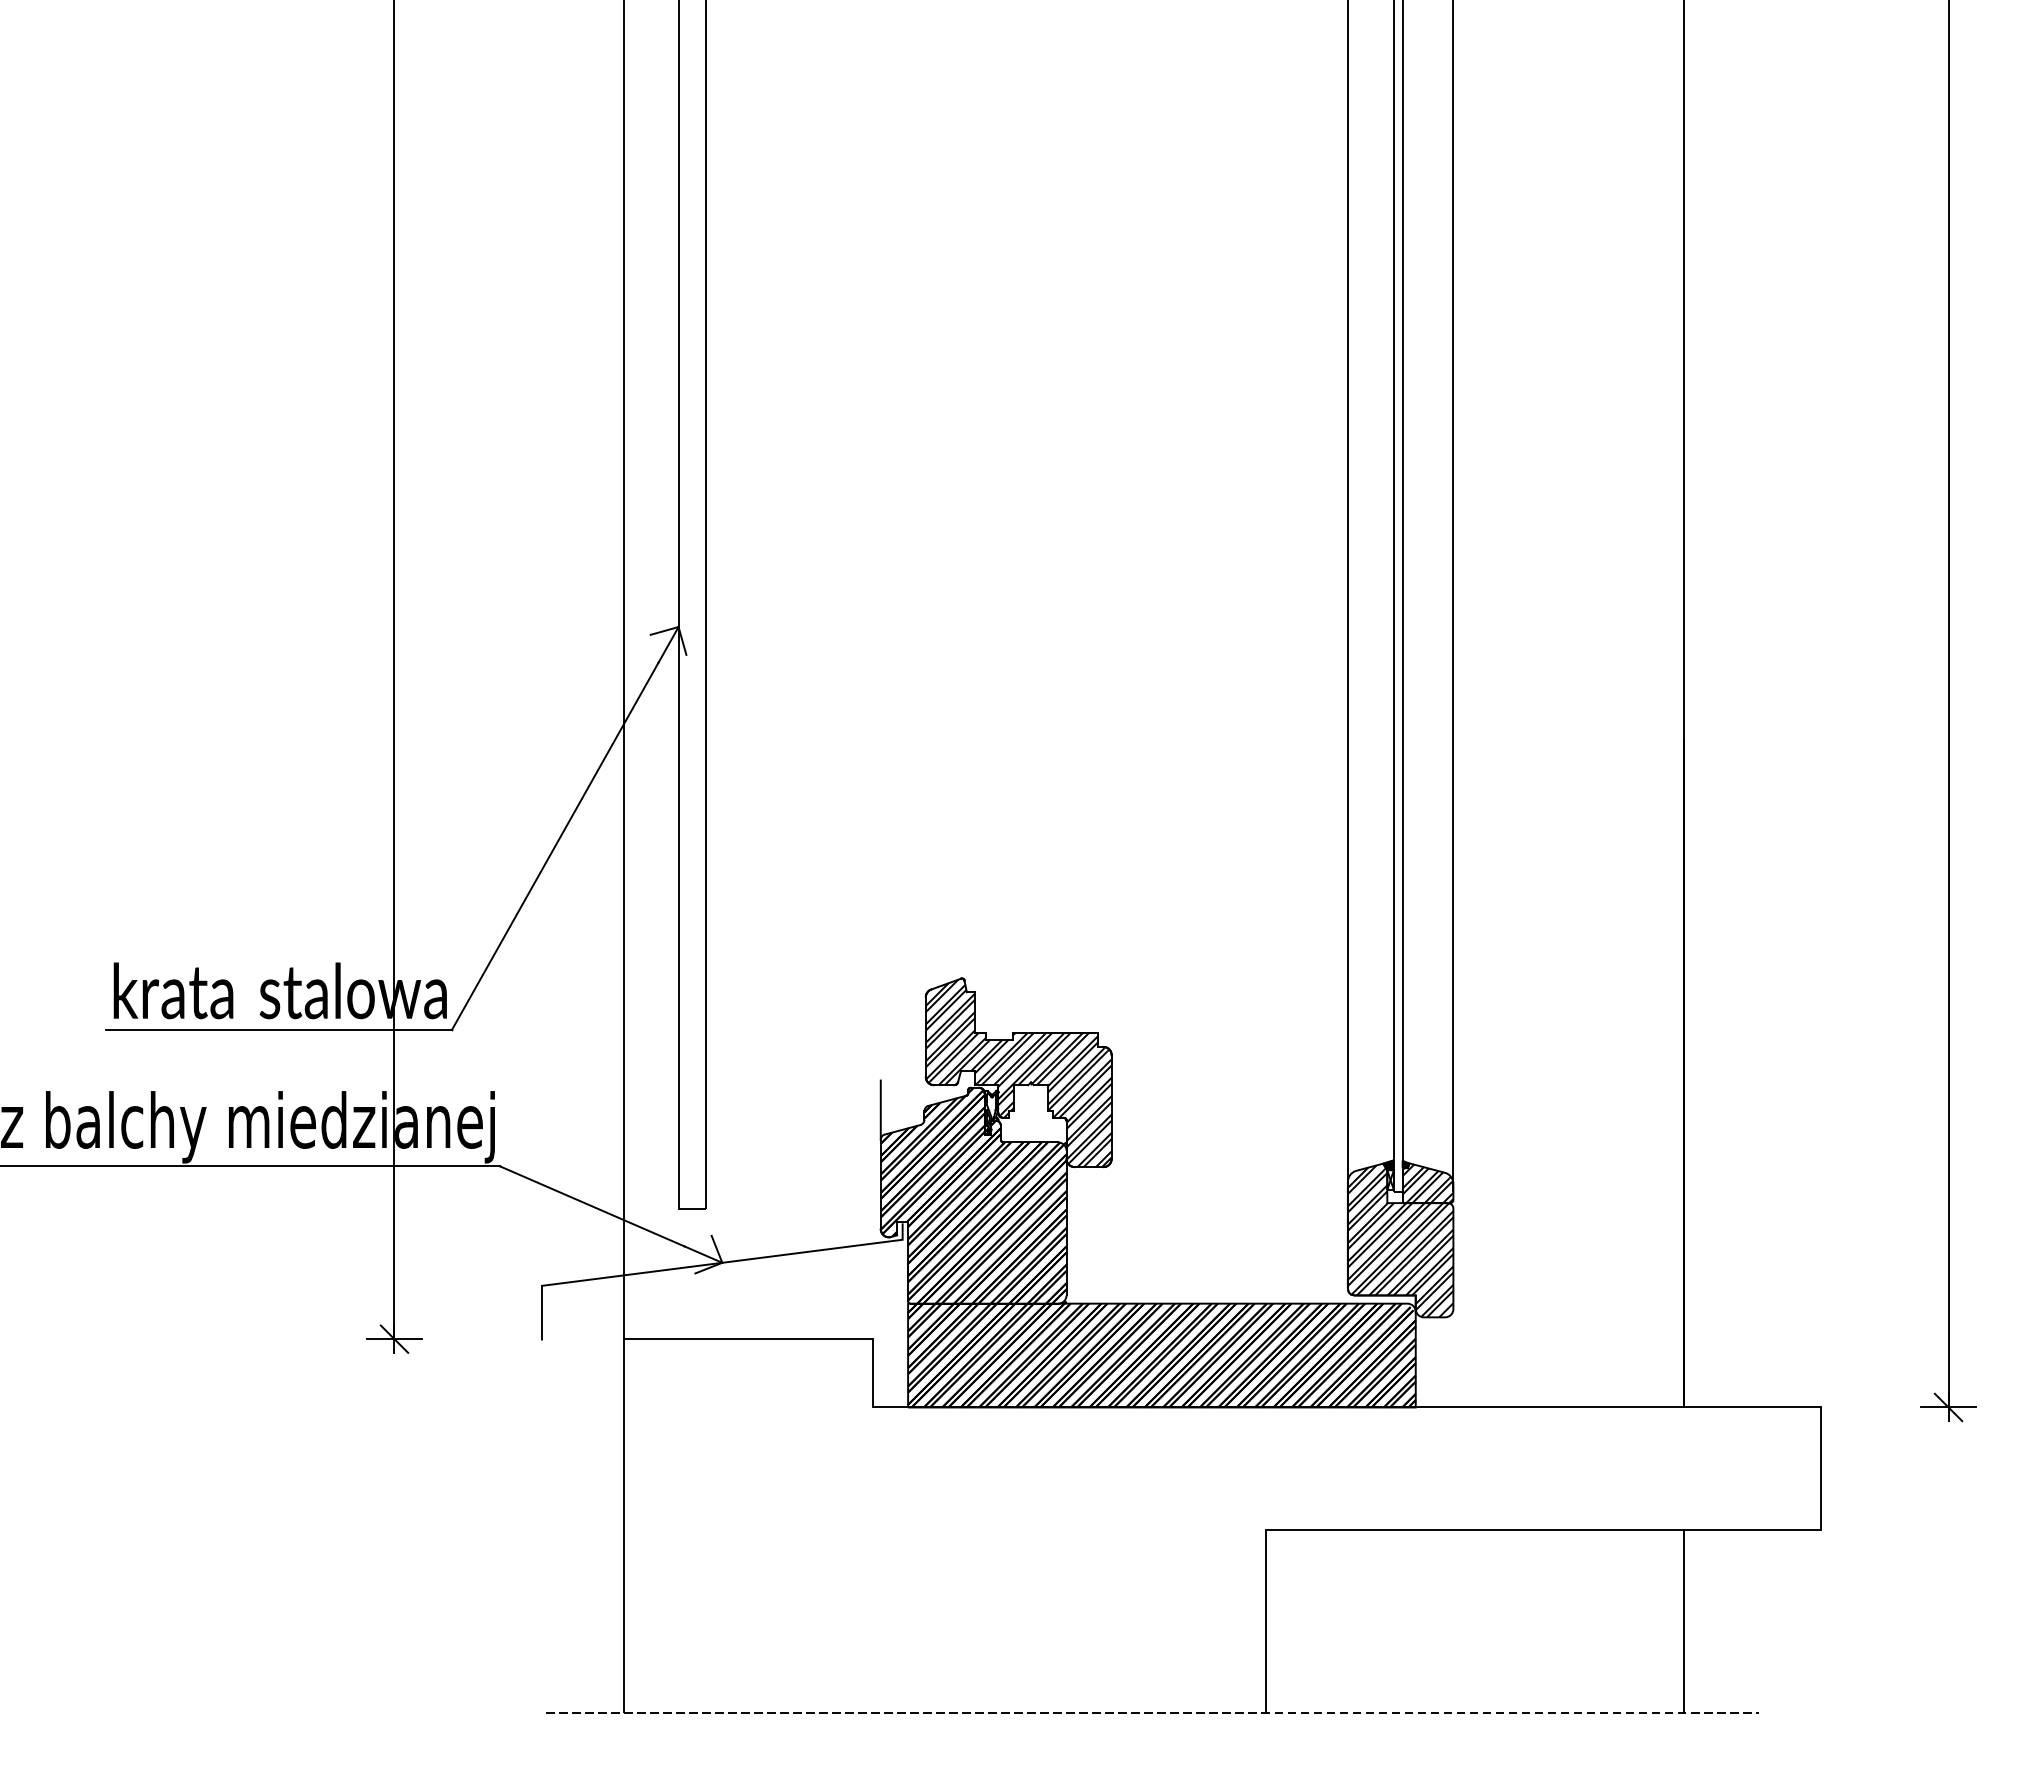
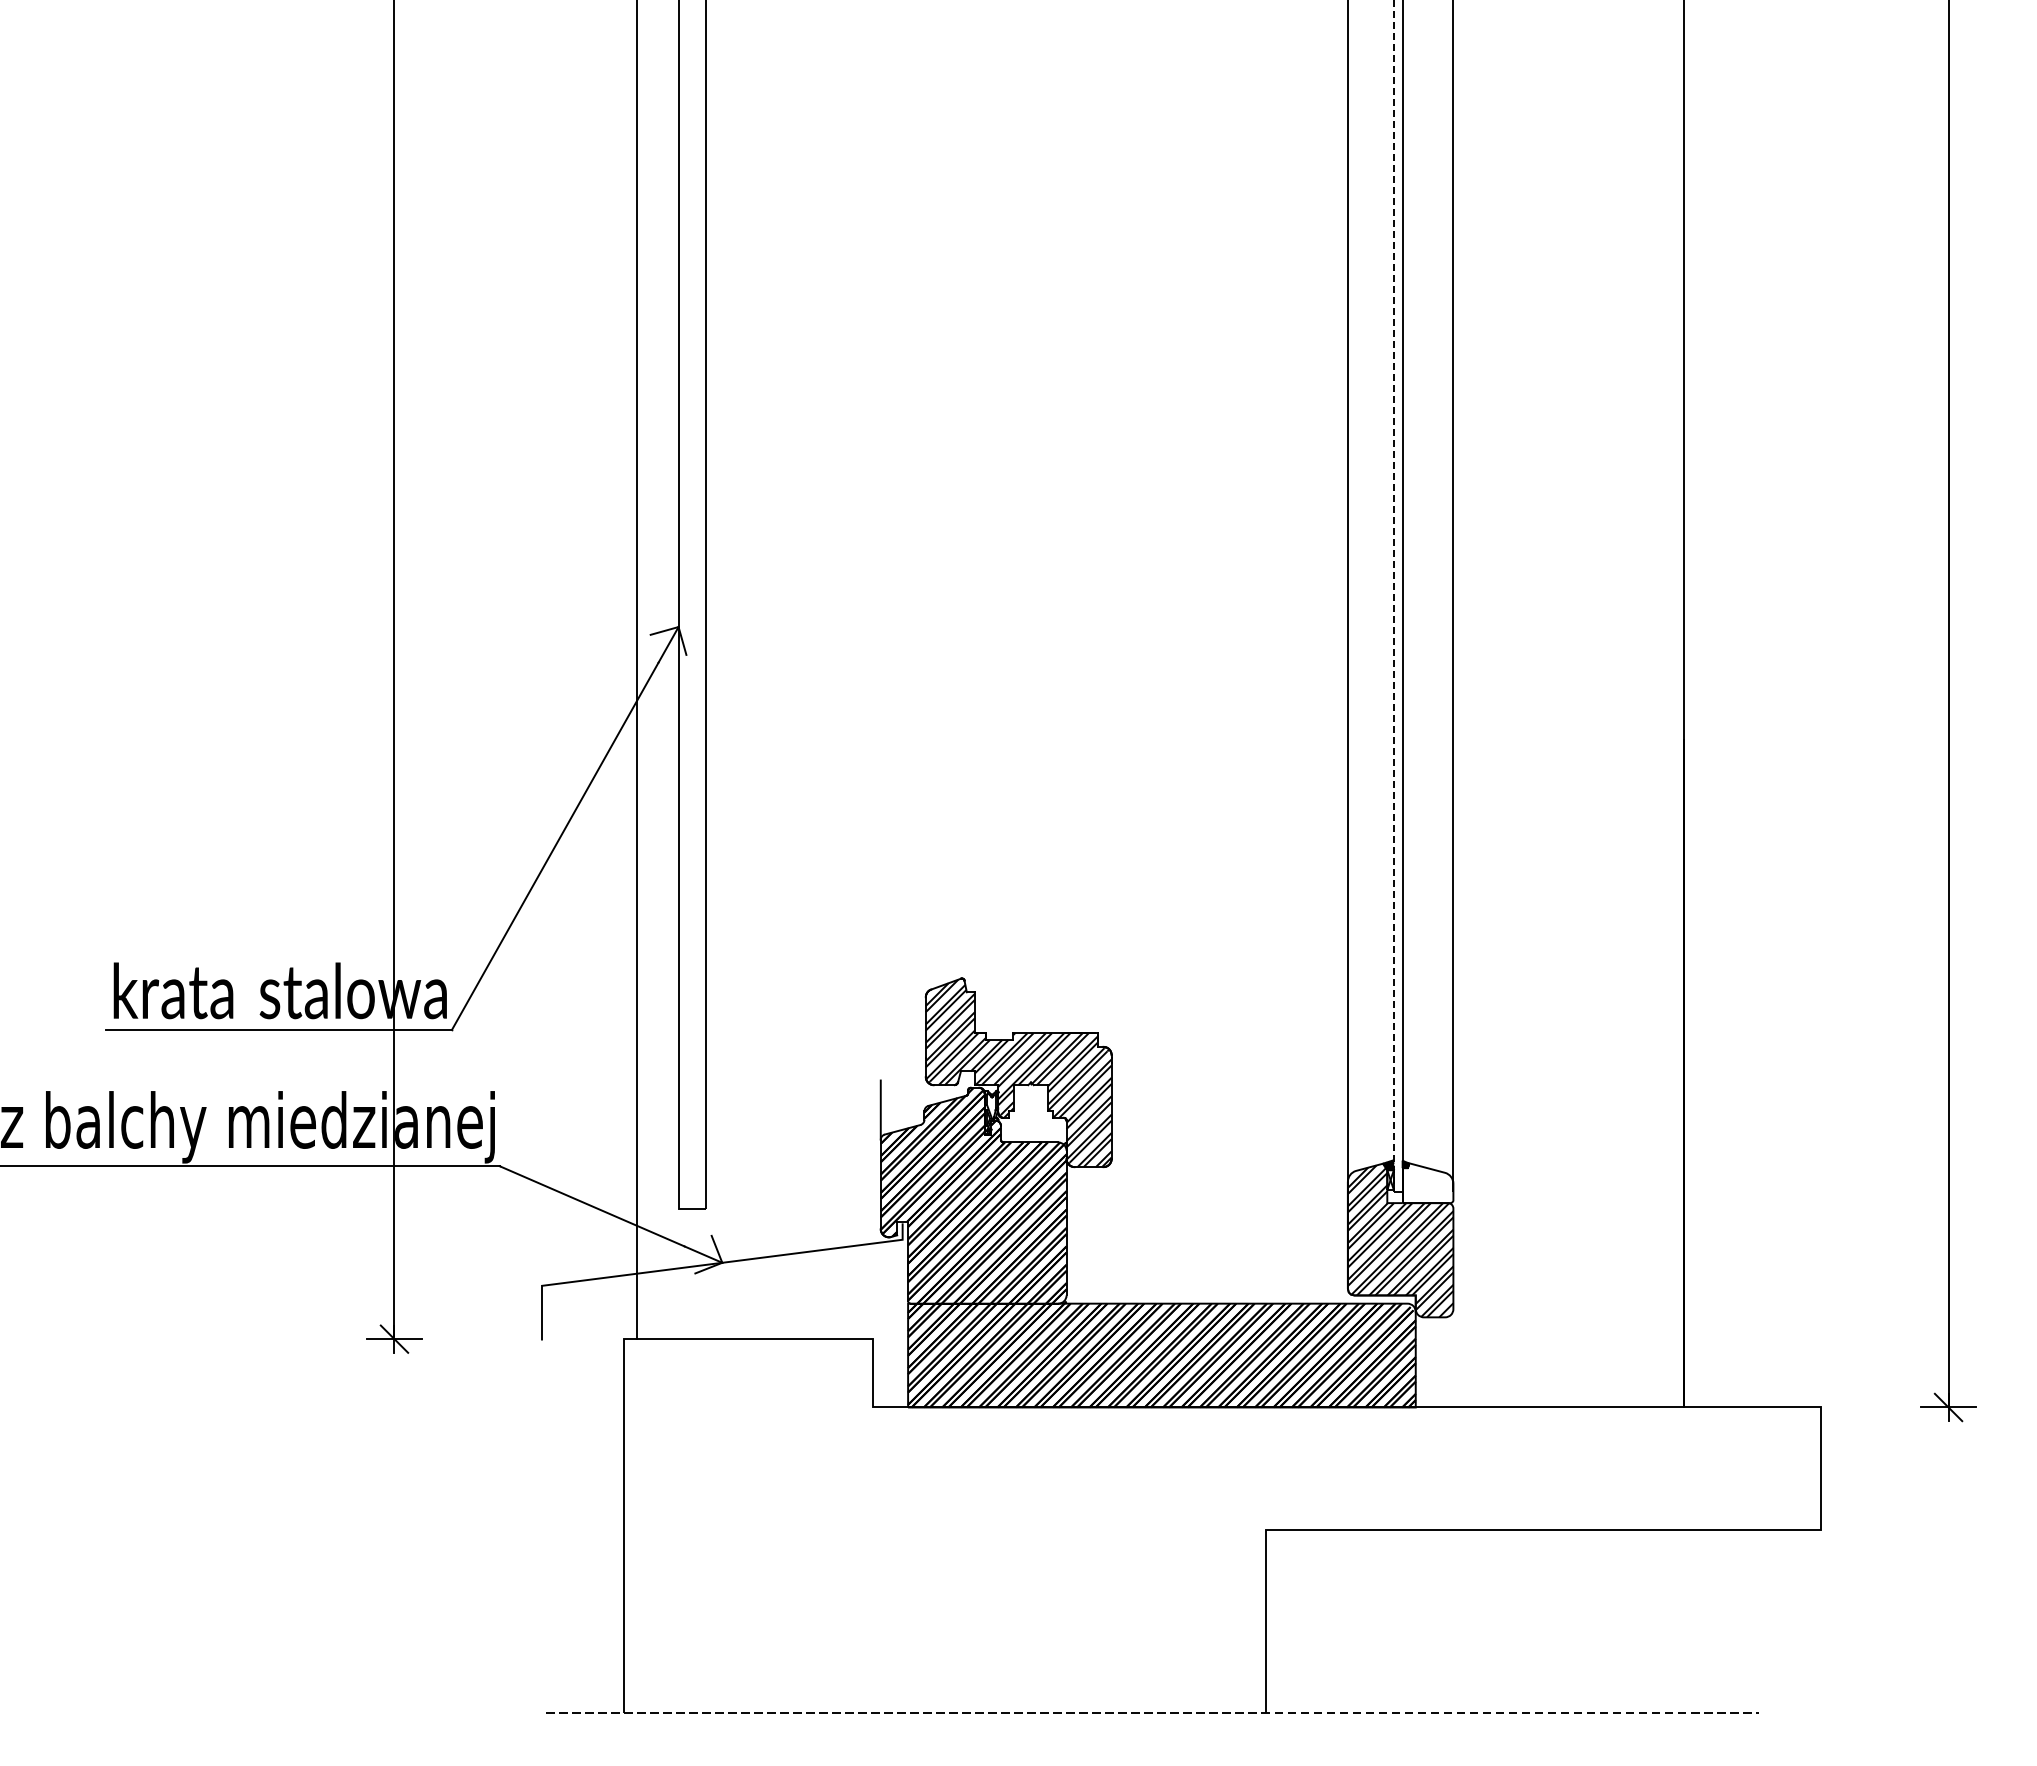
line at (1393, 596): solid -> dashed
line at (623, 670) position: (623, 670) -> (636, 670)
hatch at (1427, 1183): present -> none
line at (1683, 1621): present -> none
